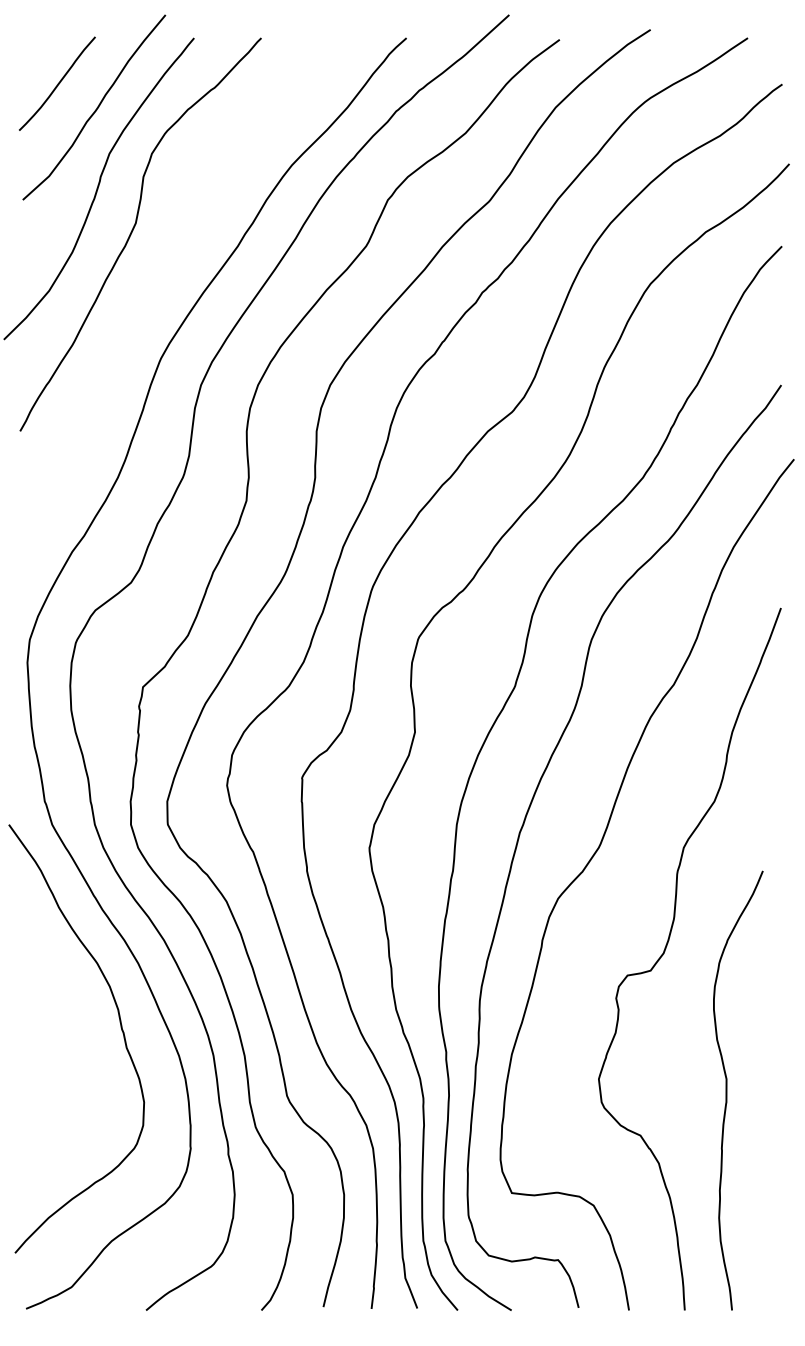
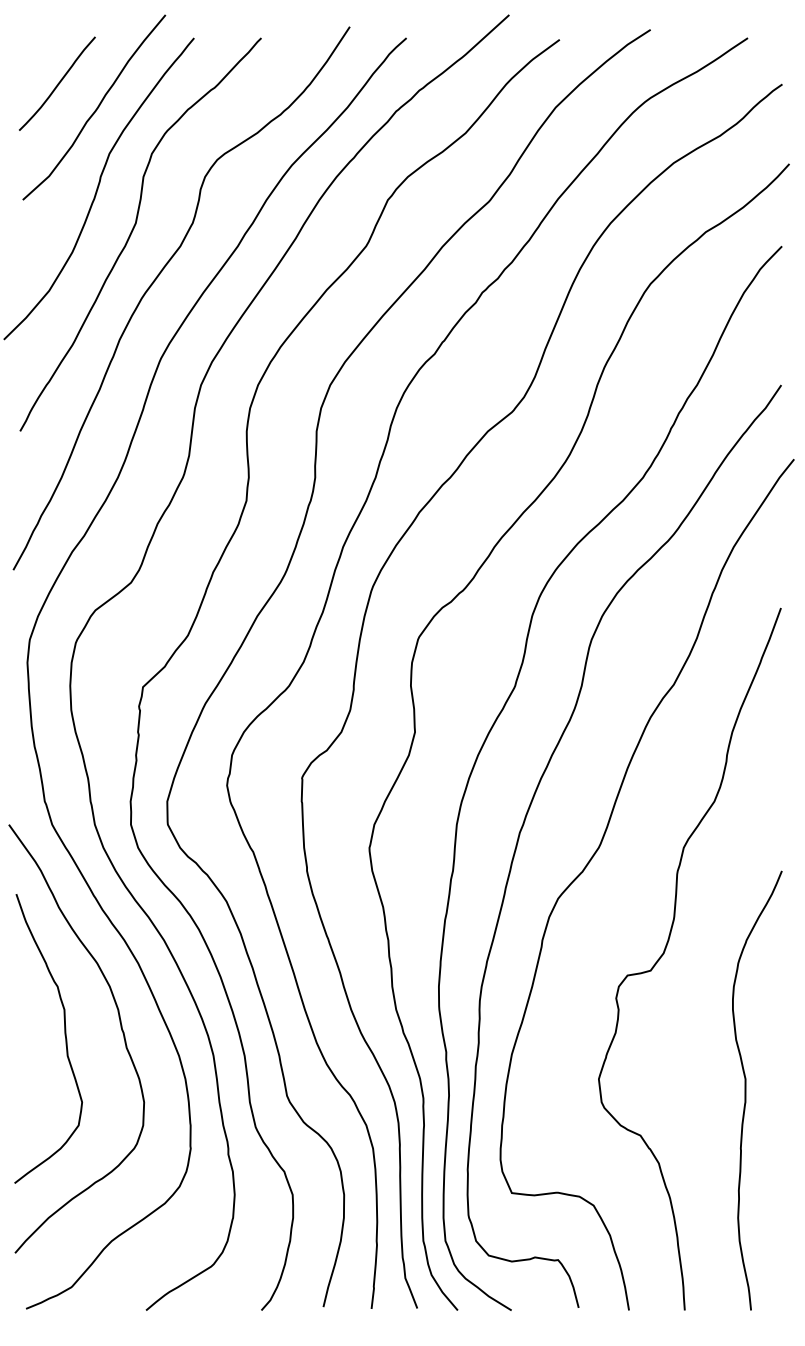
curve at (155, 281): none -> present
curve at (64, 1035): none -> present
curve at (727, 1090) position: (727, 1090) -> (746, 1090)
